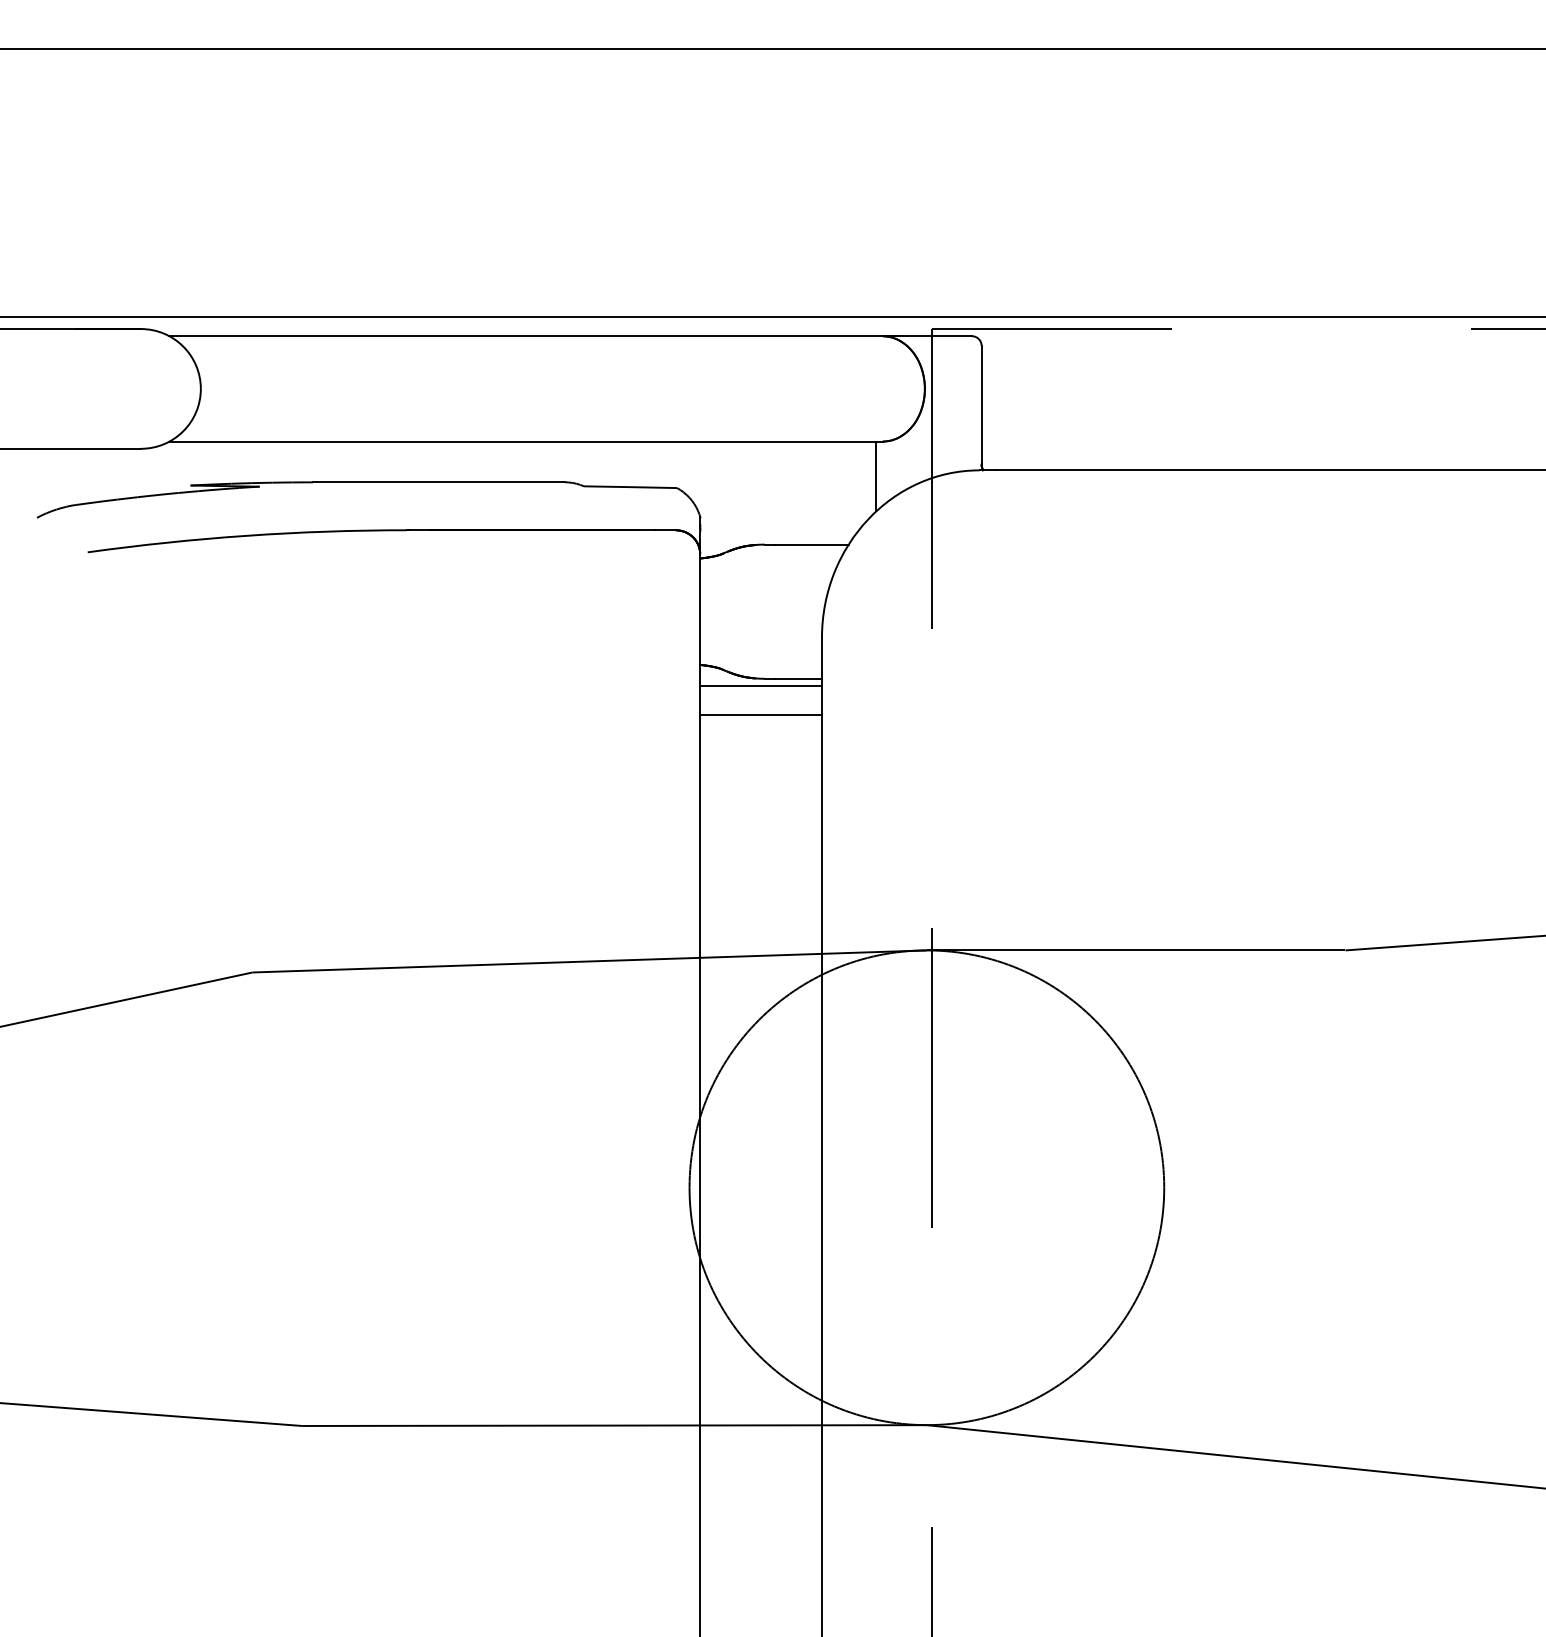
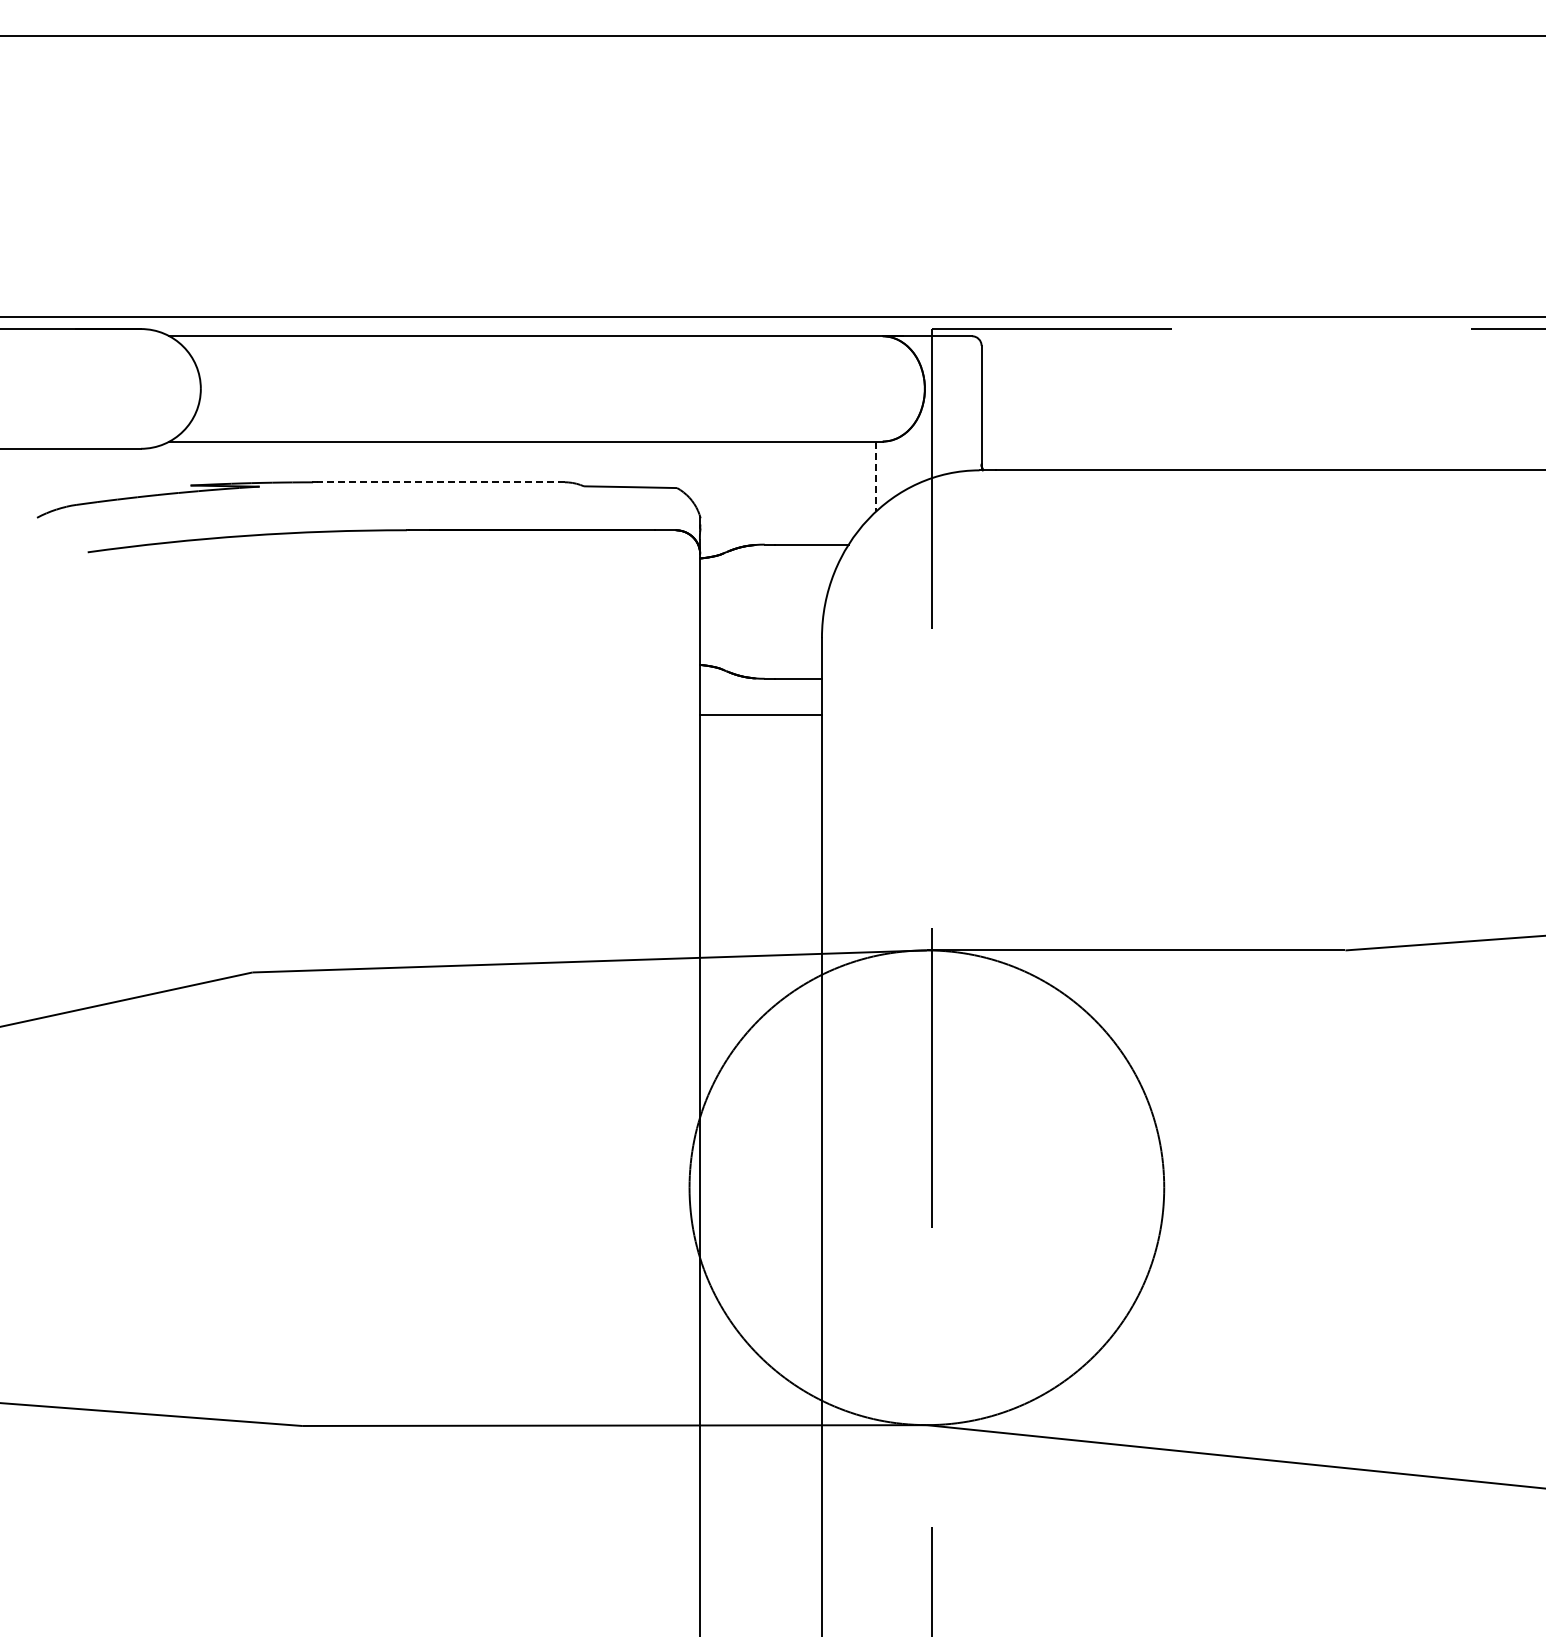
line at (772, 49) position: (772, 49) -> (772, 36)
line at (876, 476): solid -> dashed
line at (441, 482): solid -> dashed
line at (760, 685): present -> none
